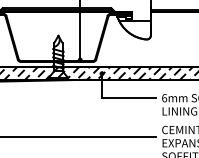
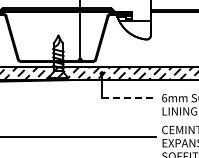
line at (129, 97): solid -> dashed
